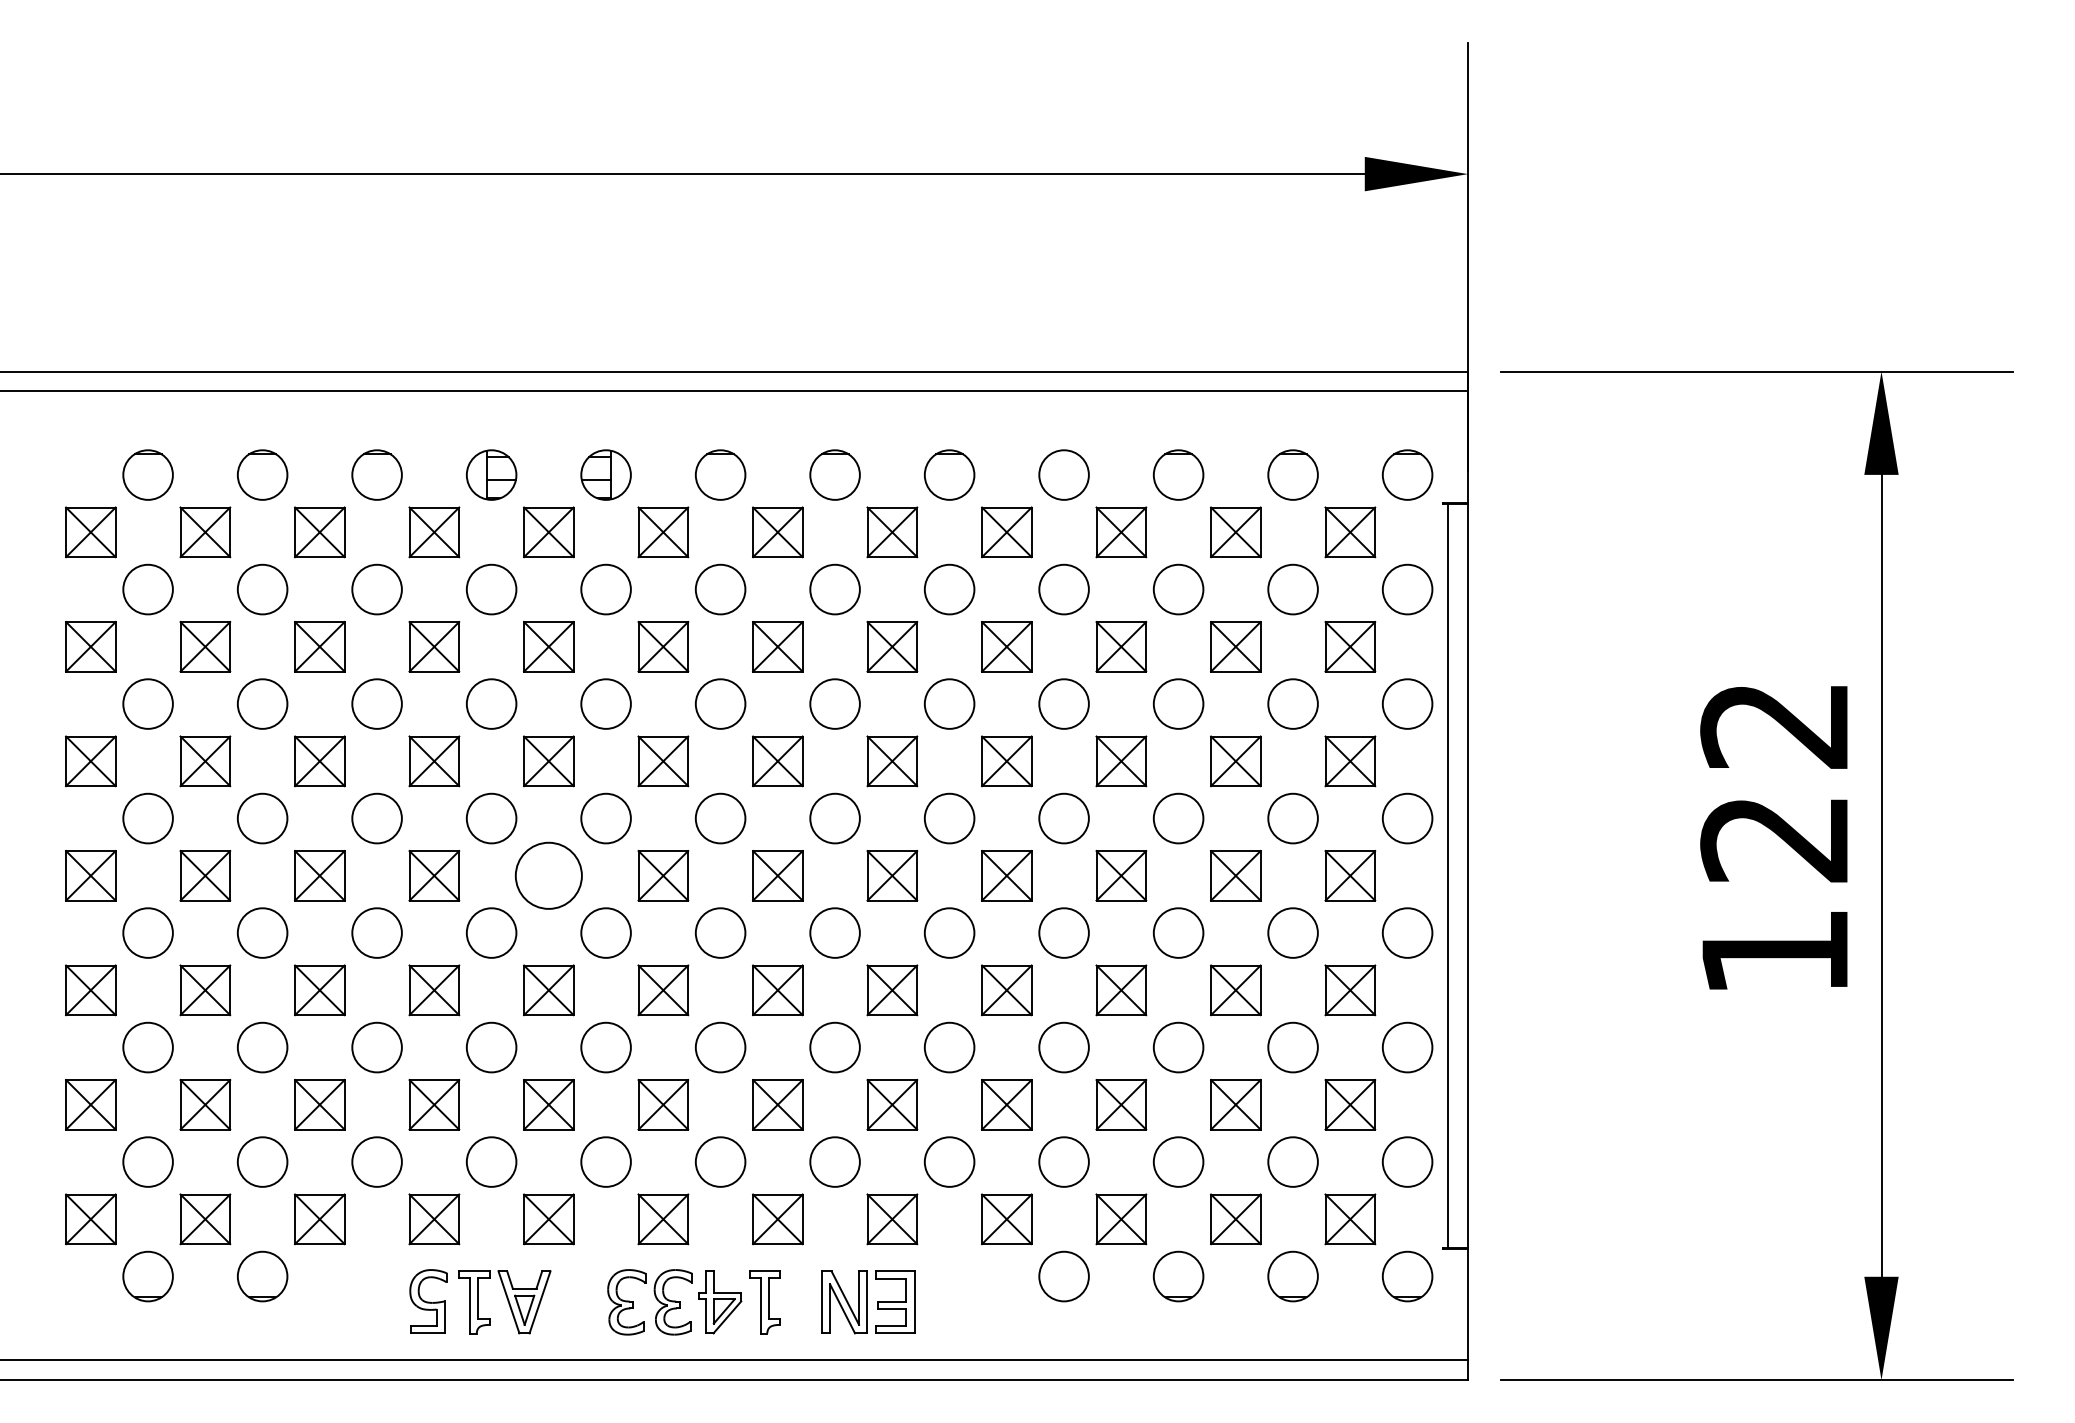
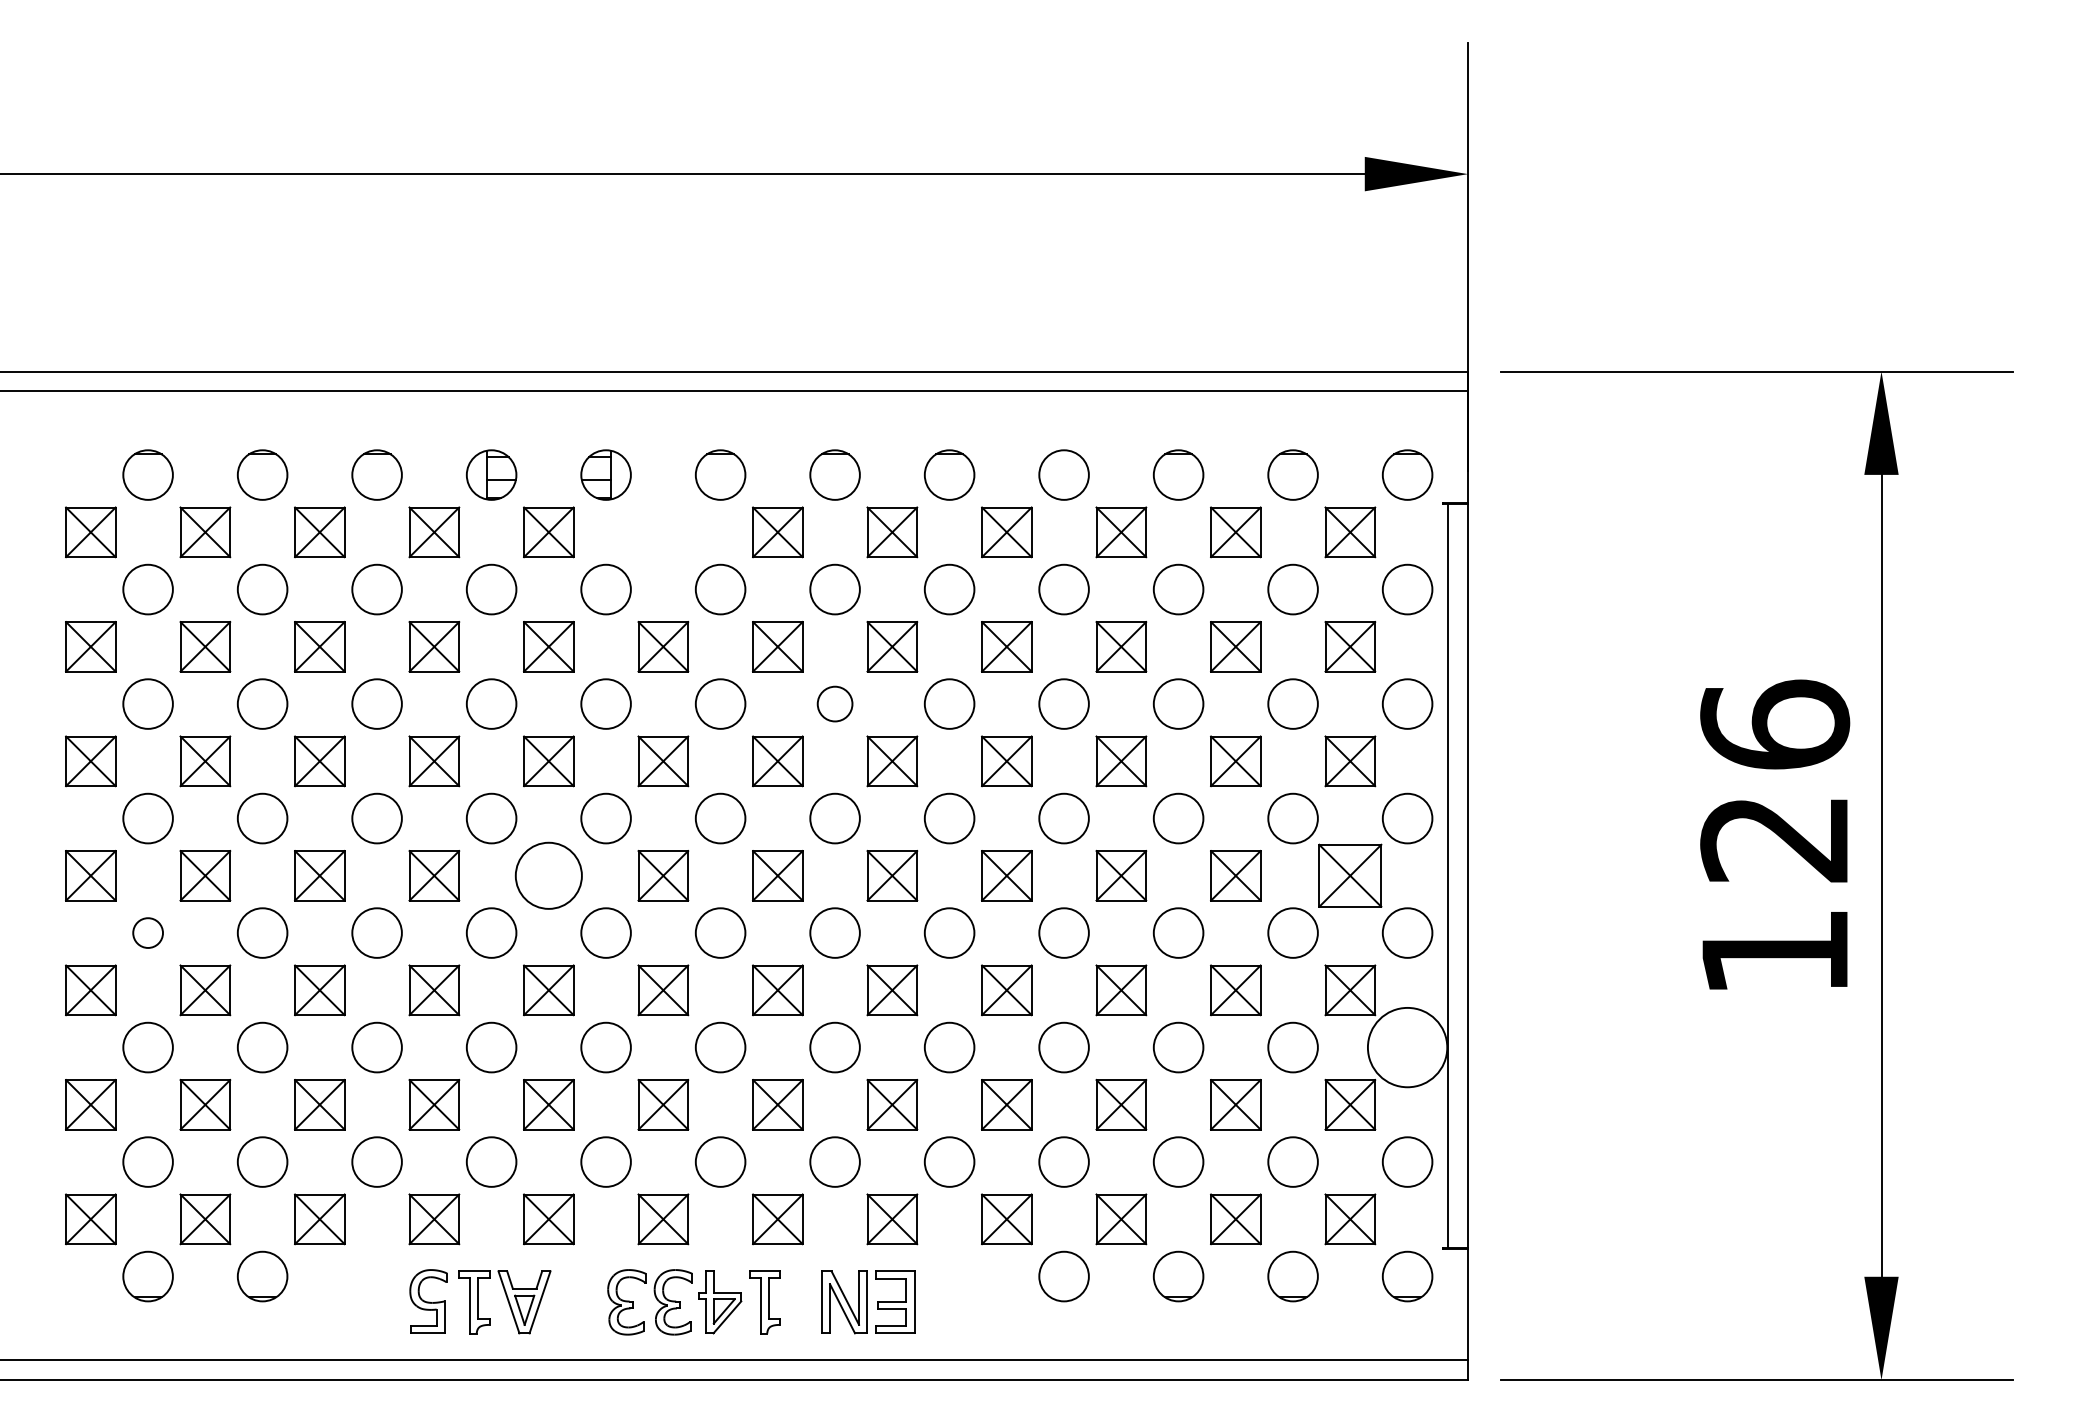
part at (663, 532): present -> none
circle at (834, 703) diameter: 50 px -> 35 px
text at (1775, 724): 122 -> 126
part at (1350, 875) size: 53x52 px -> 65x65 px
circle at (147, 932) diameter: 50 px -> 30 px
circle at (1407, 1047) diameter: 50 px -> 79 px
